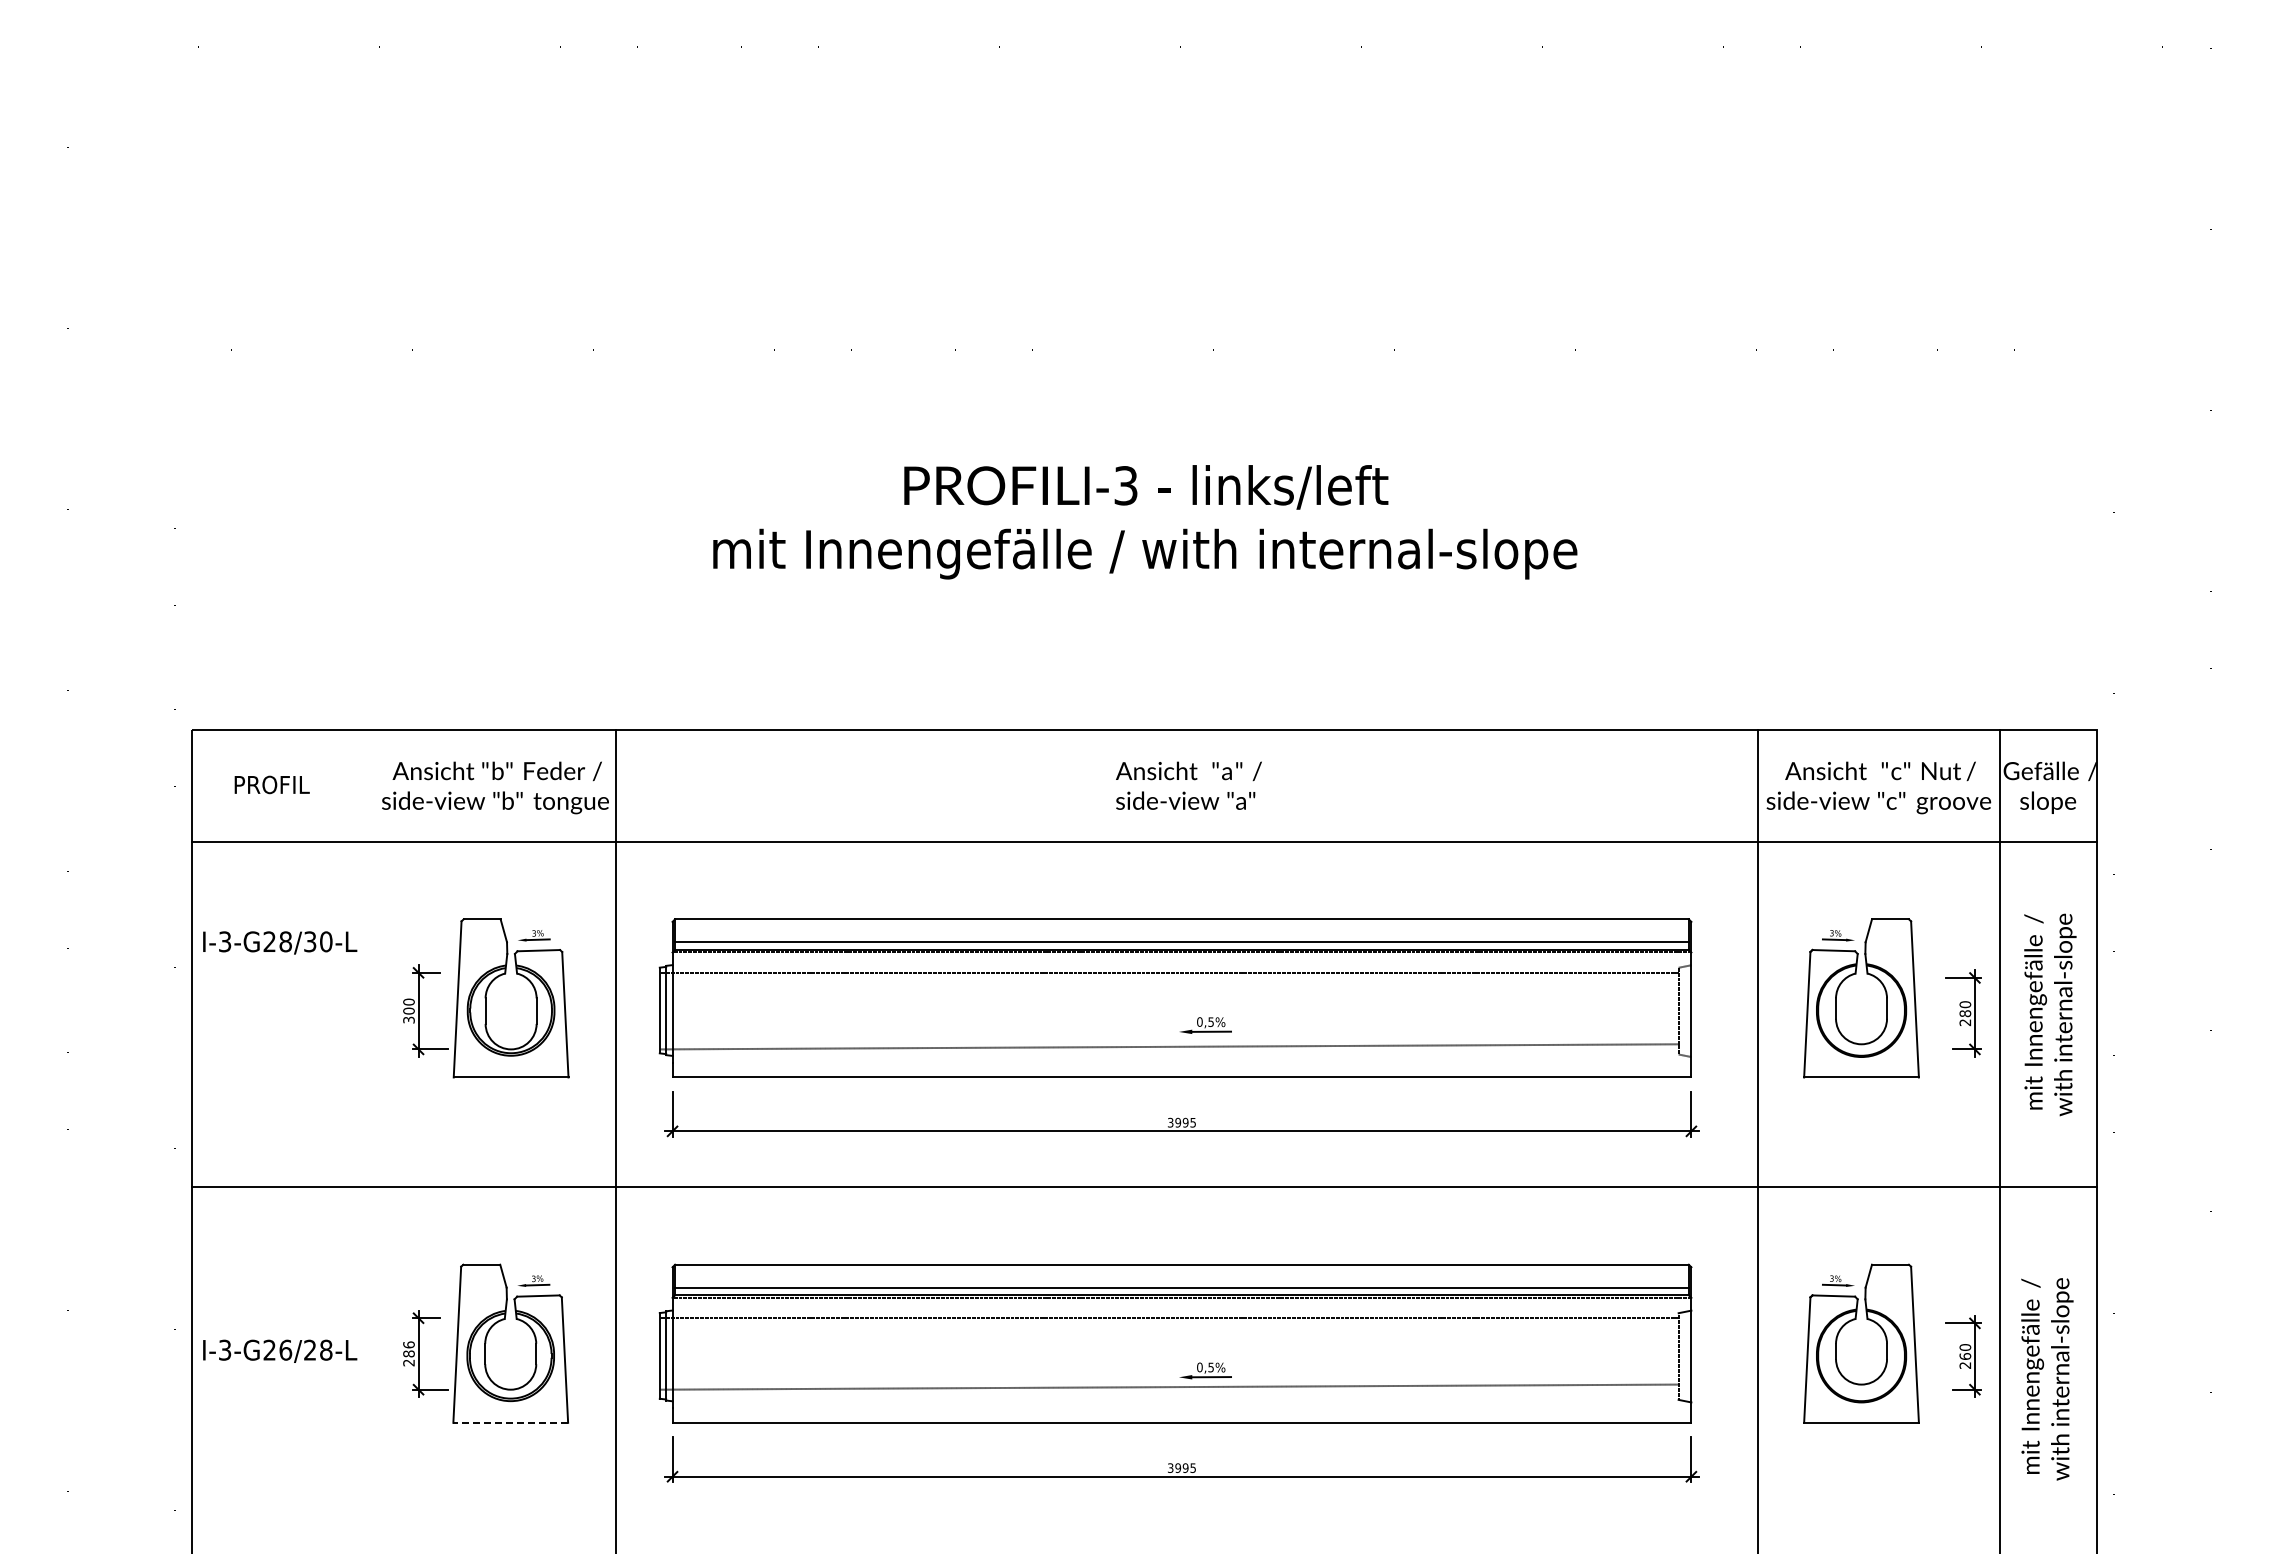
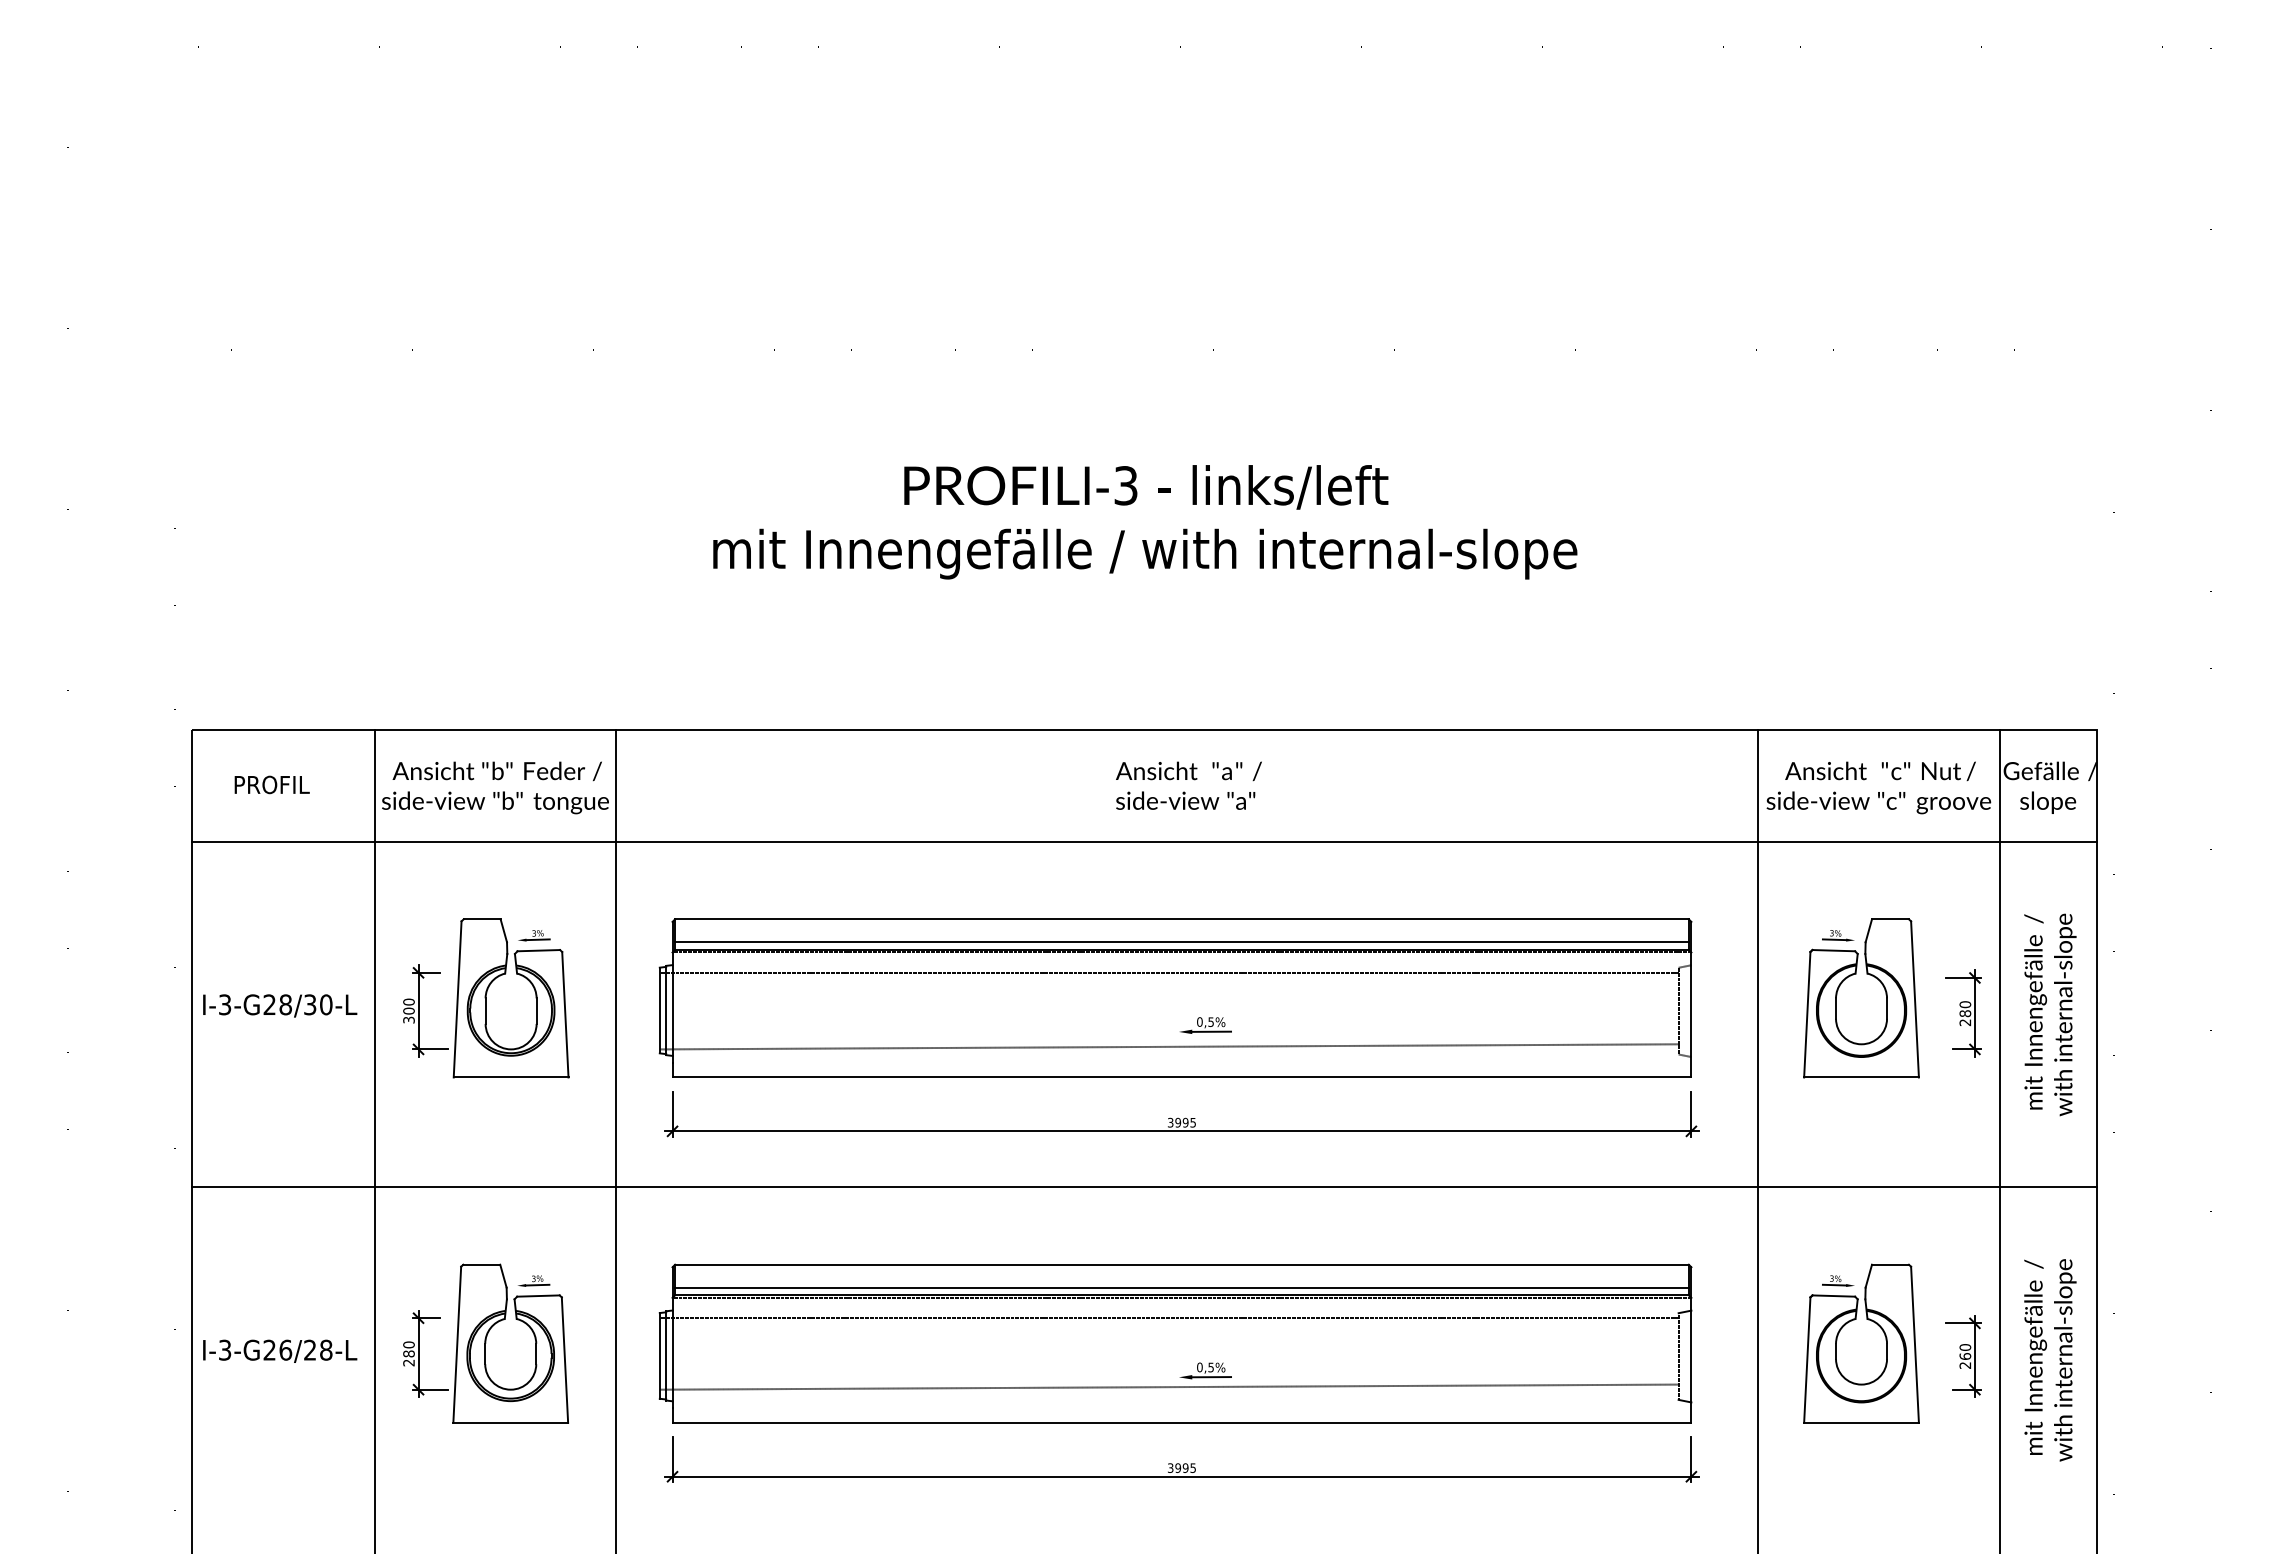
text at (280, 942) position: (280, 942) -> (280, 1005)
line at (375, 1140): none -> present
text at (408, 1344): 286 -> 280
text at (2047, 1379) position: (2047, 1379) -> (2050, 1360)
line at (510, 1422): dashed -> solid
